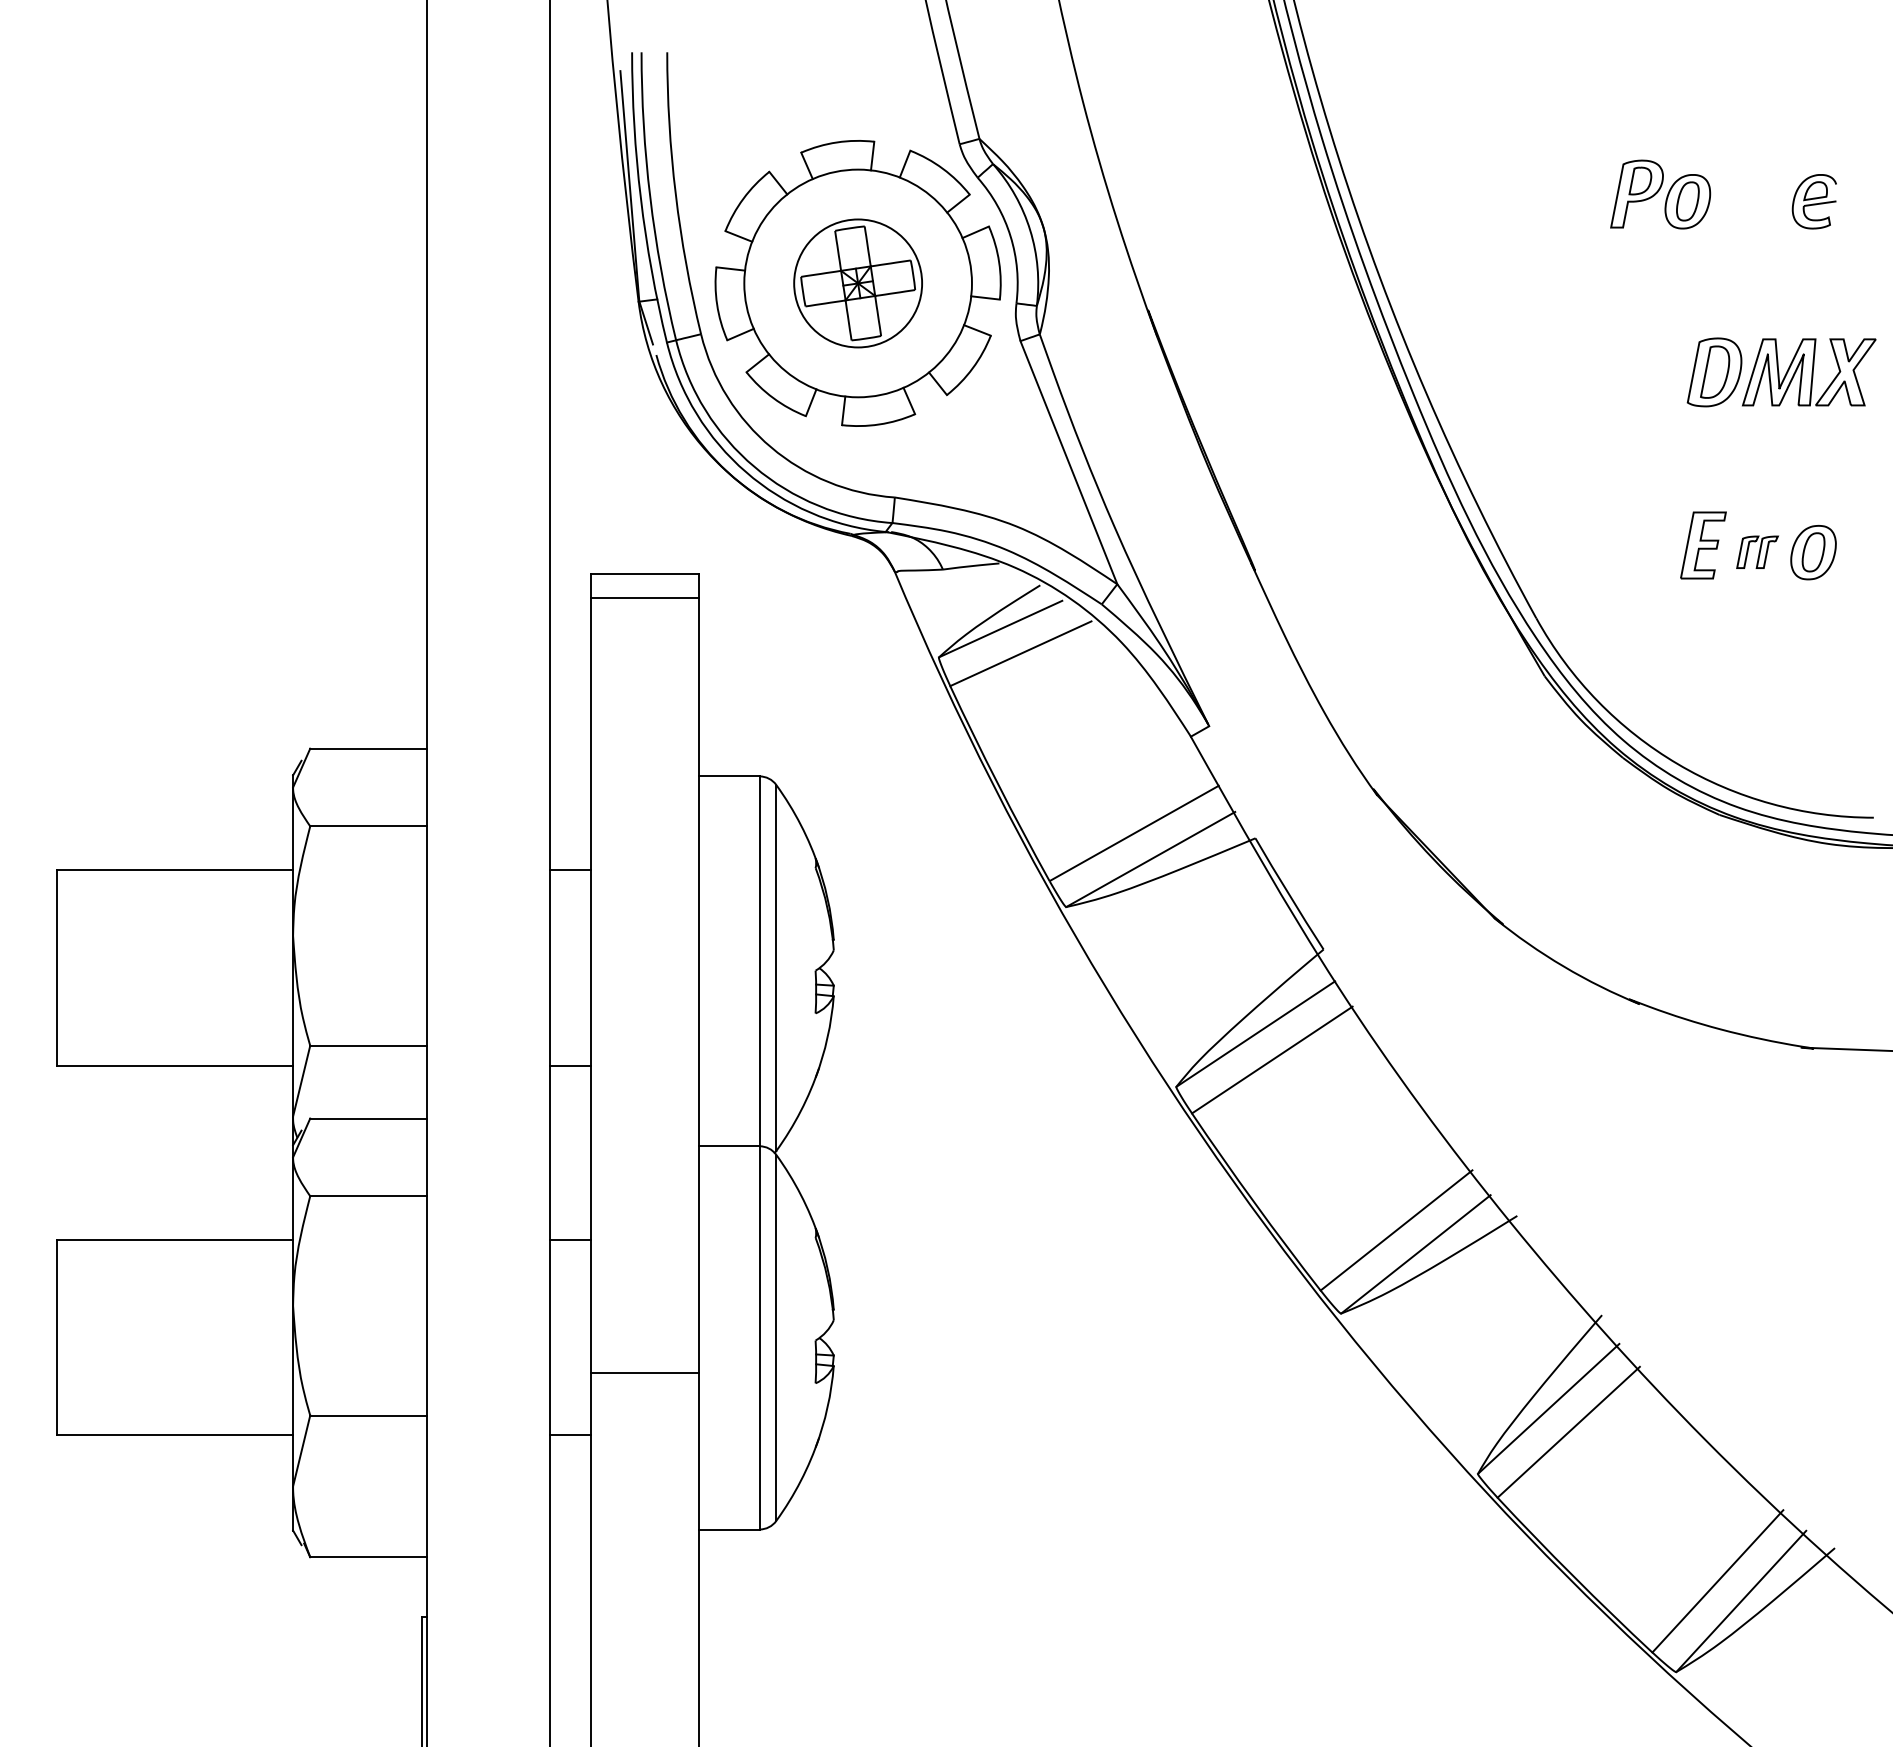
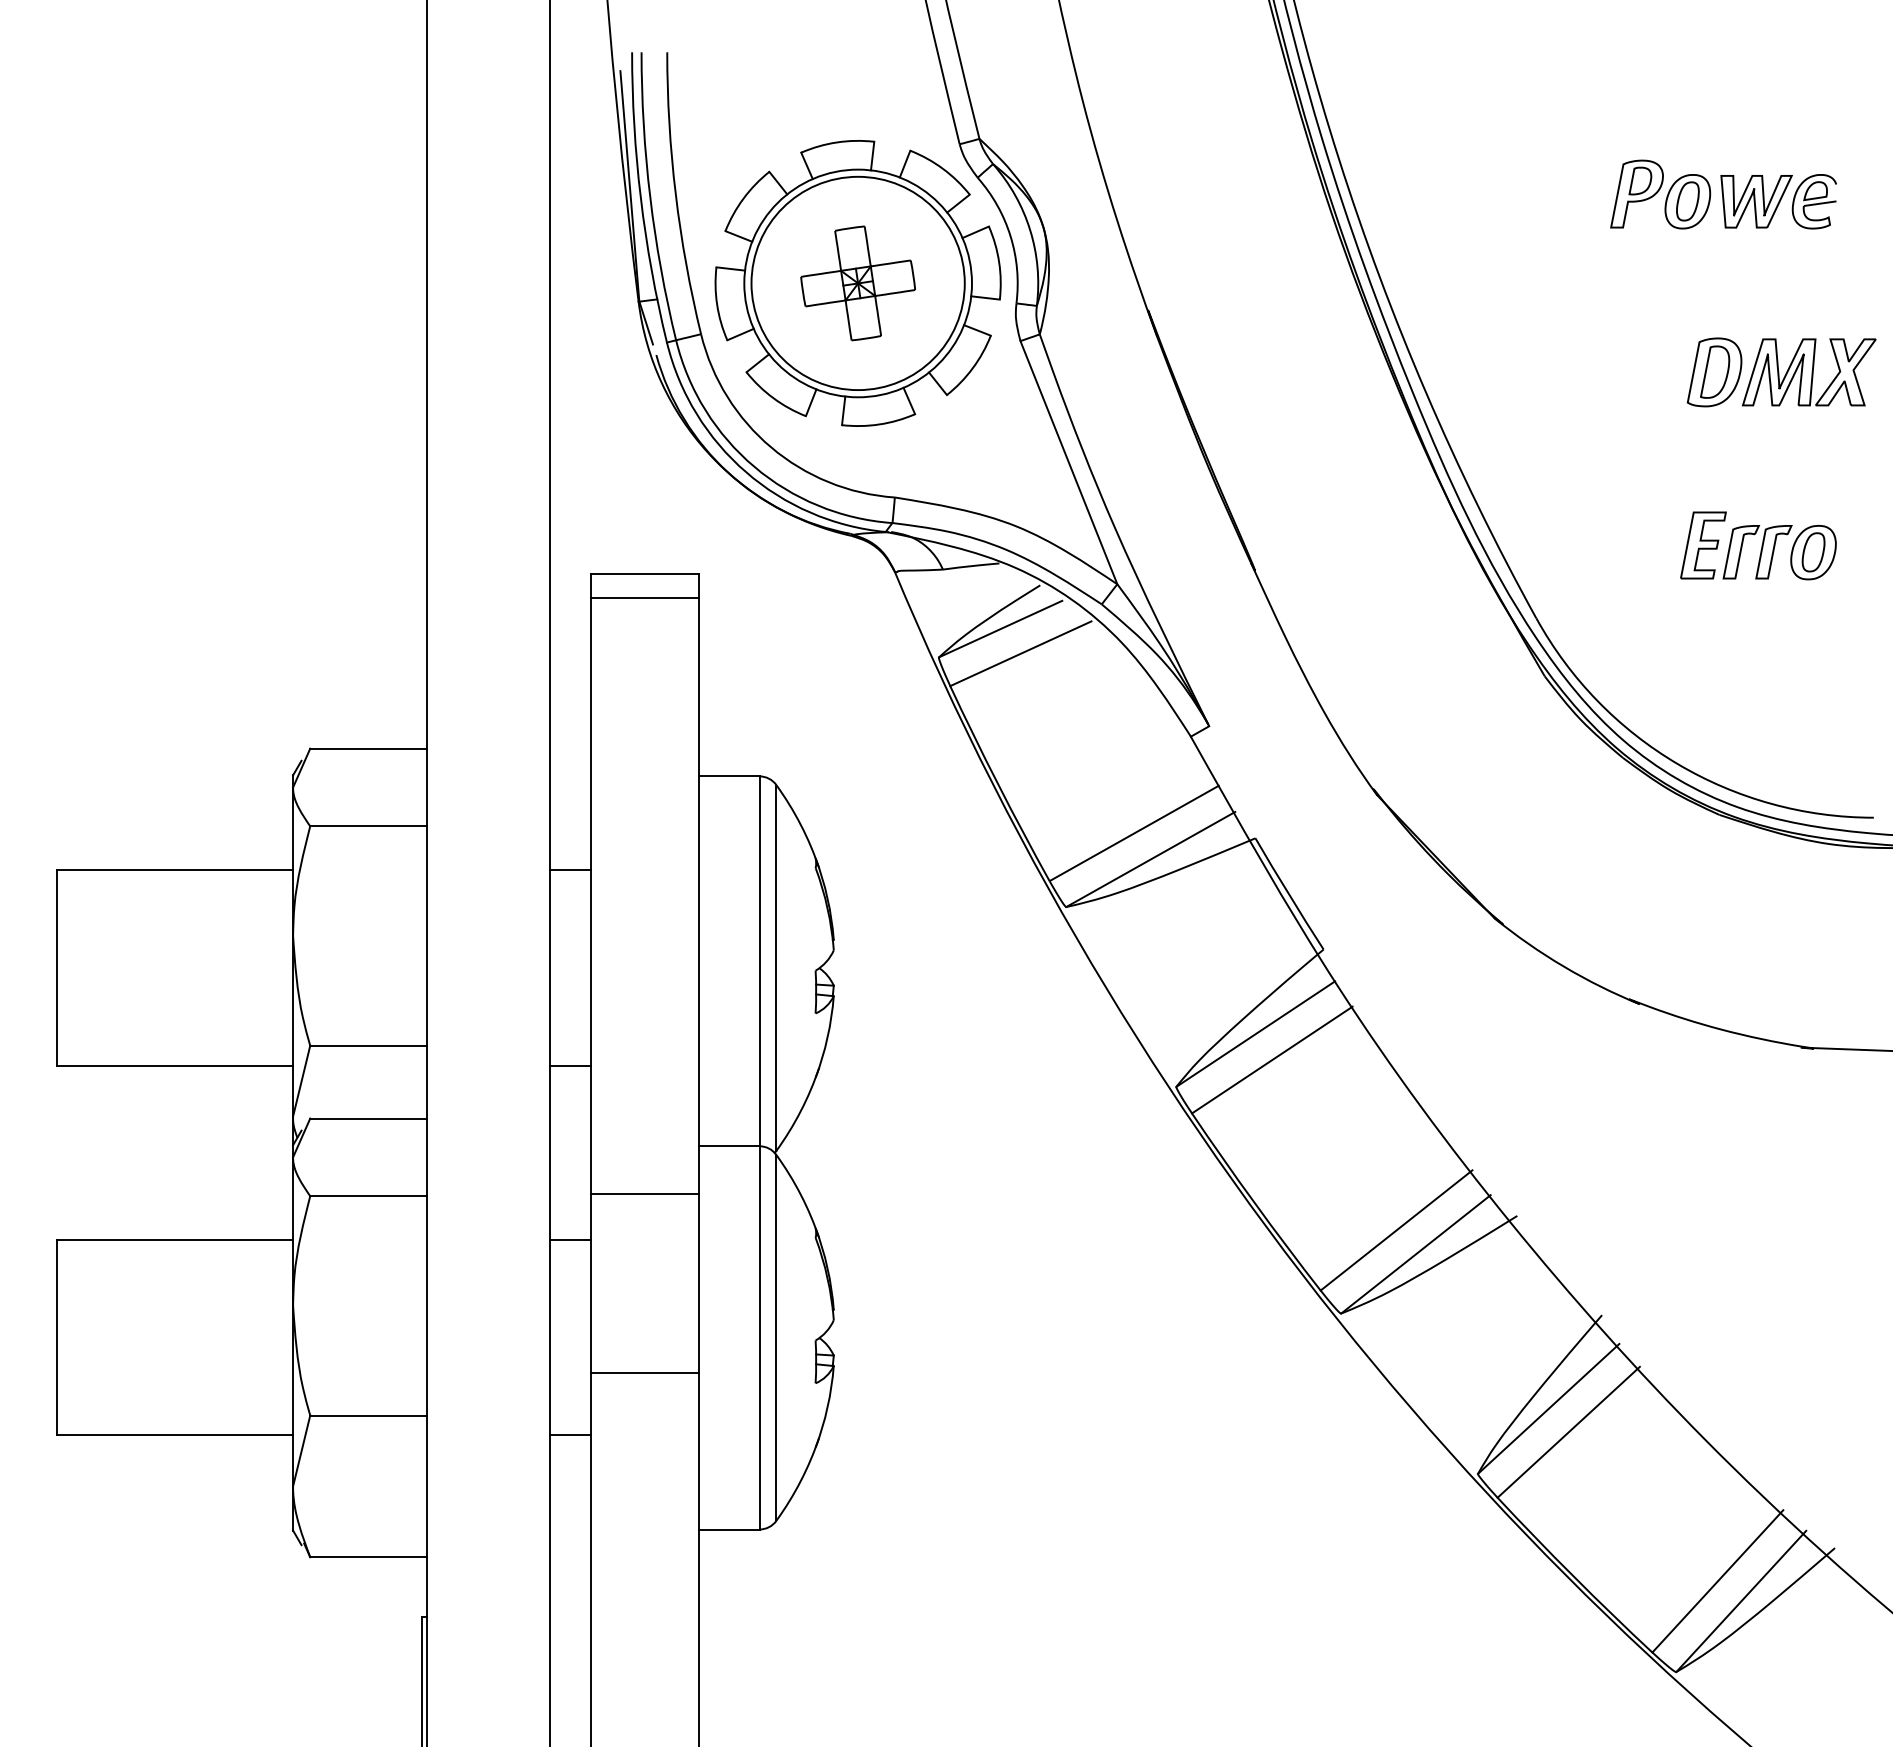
part at (1756, 201): none -> present
circle at (858, 283) diameter: 128 px -> 213 px
part at (1757, 551) size: 43x34 px -> 71x55 px
line at (644, 1193): none -> present
